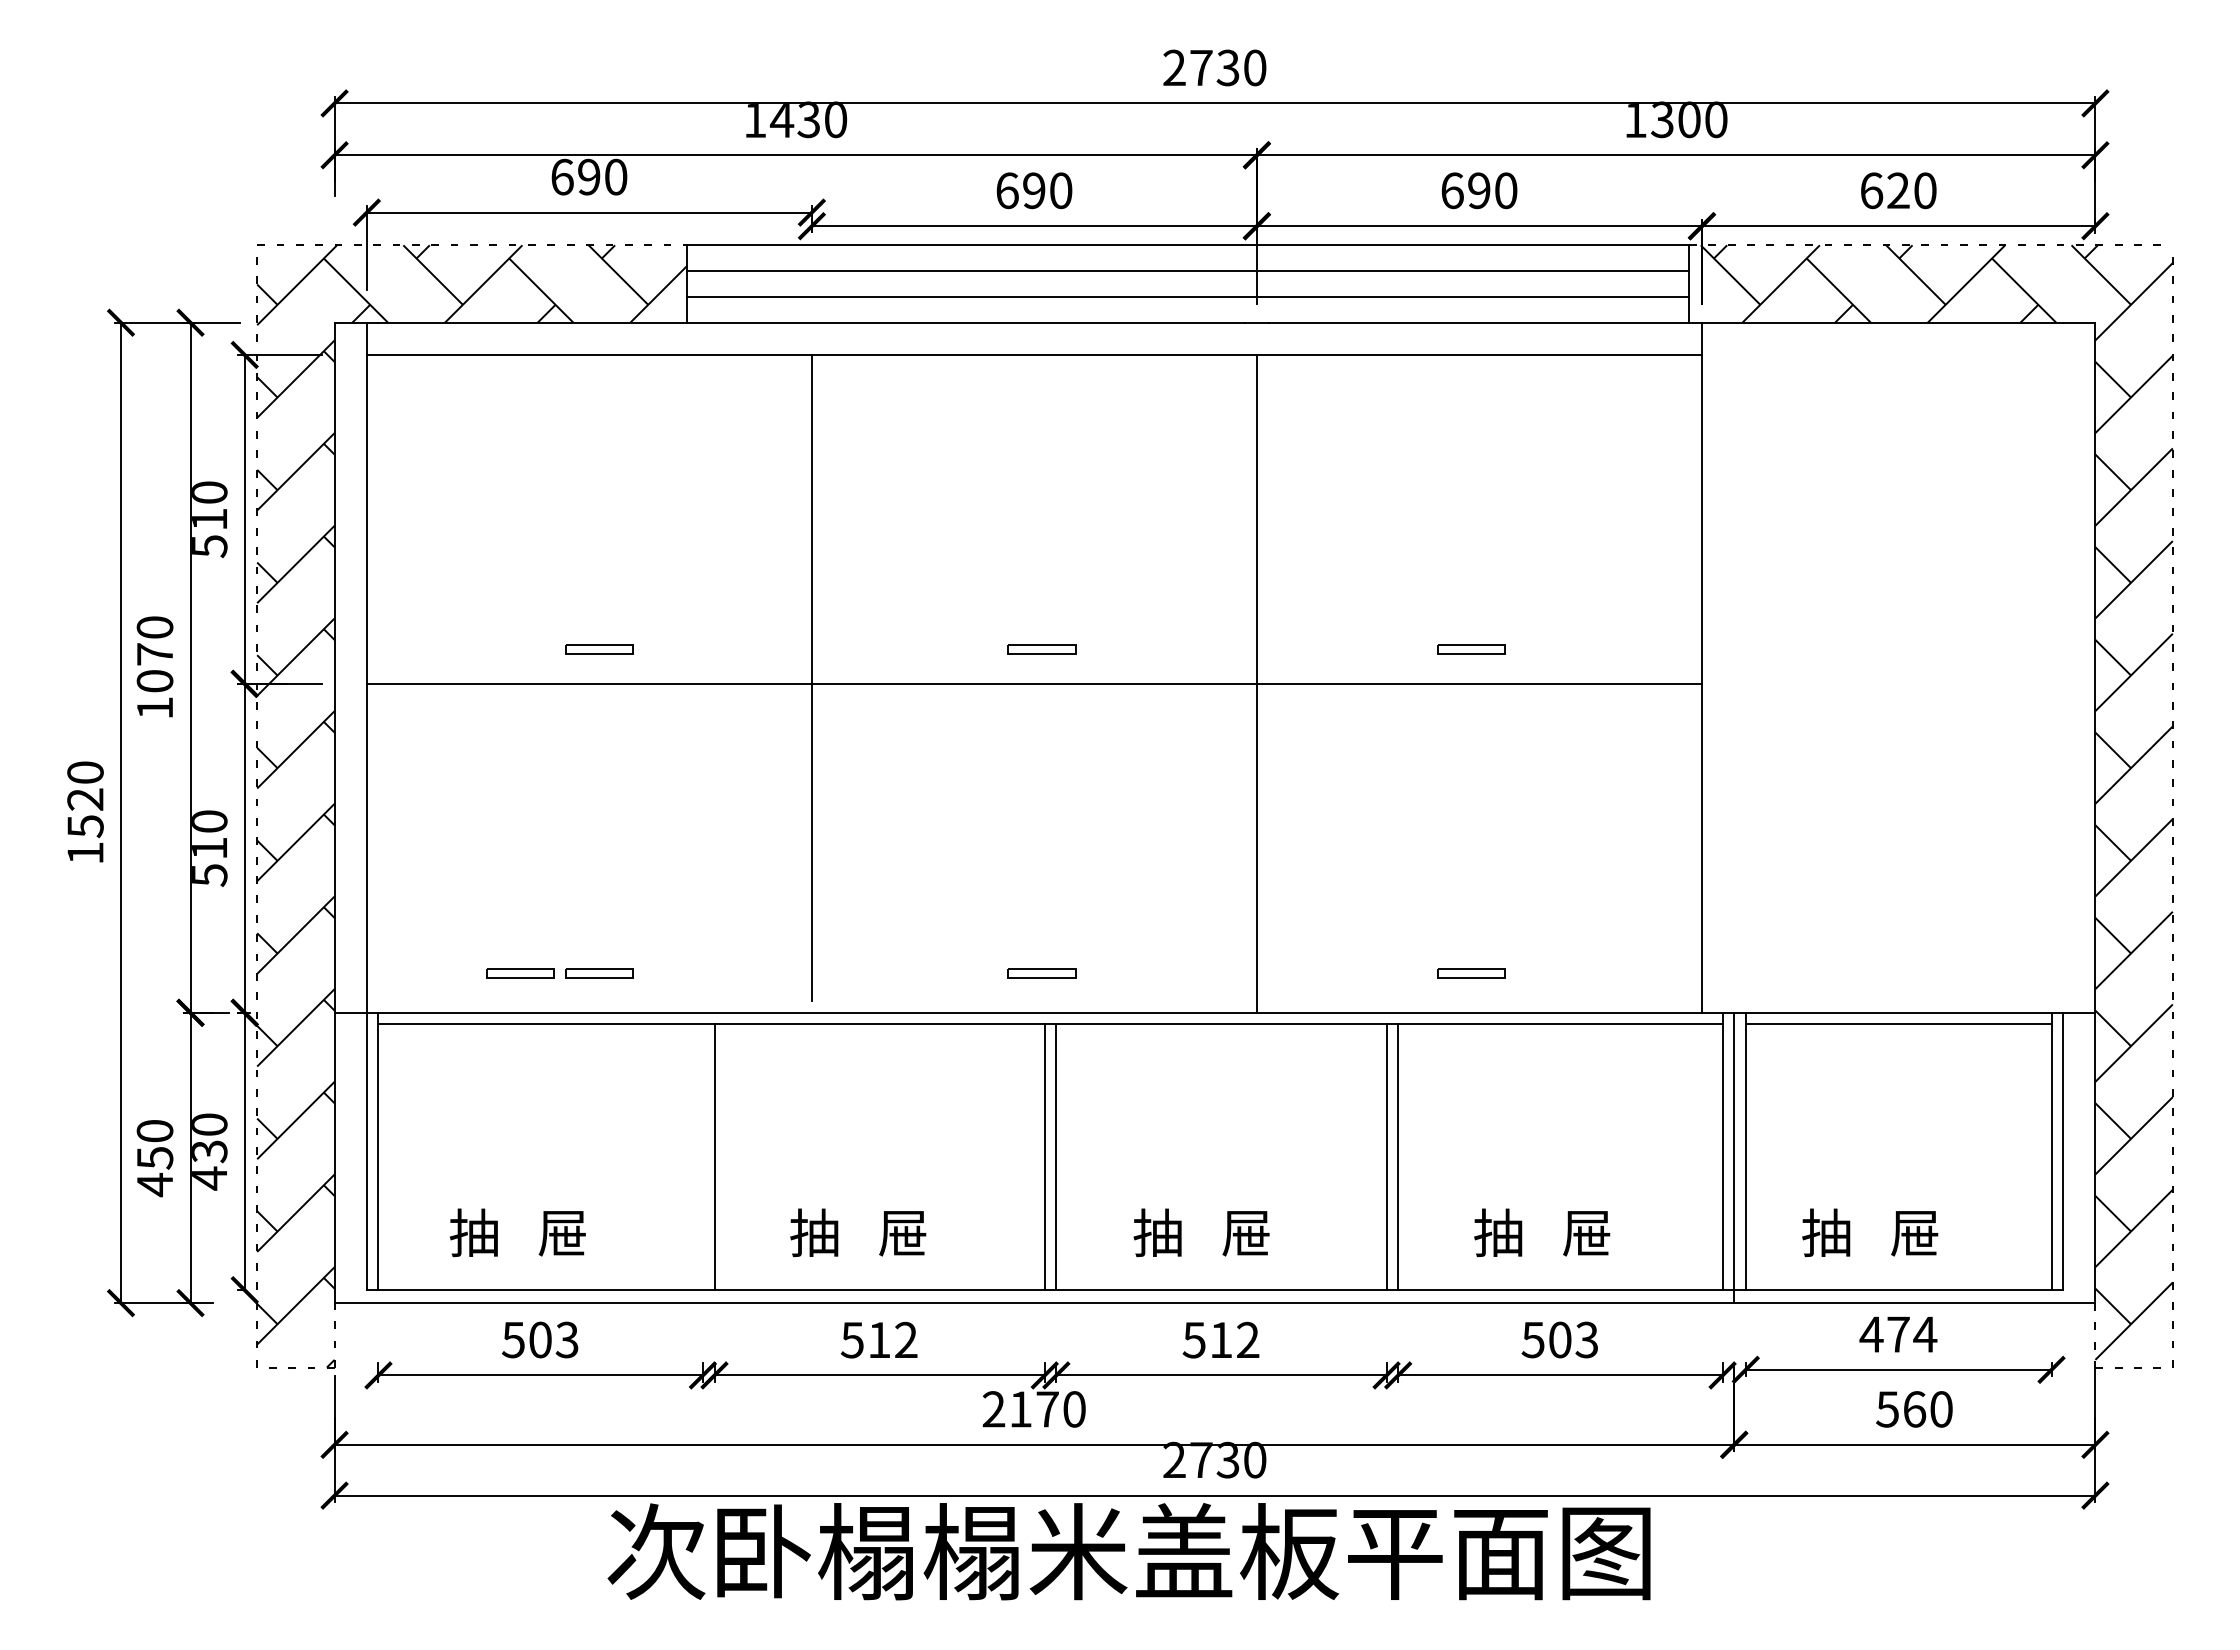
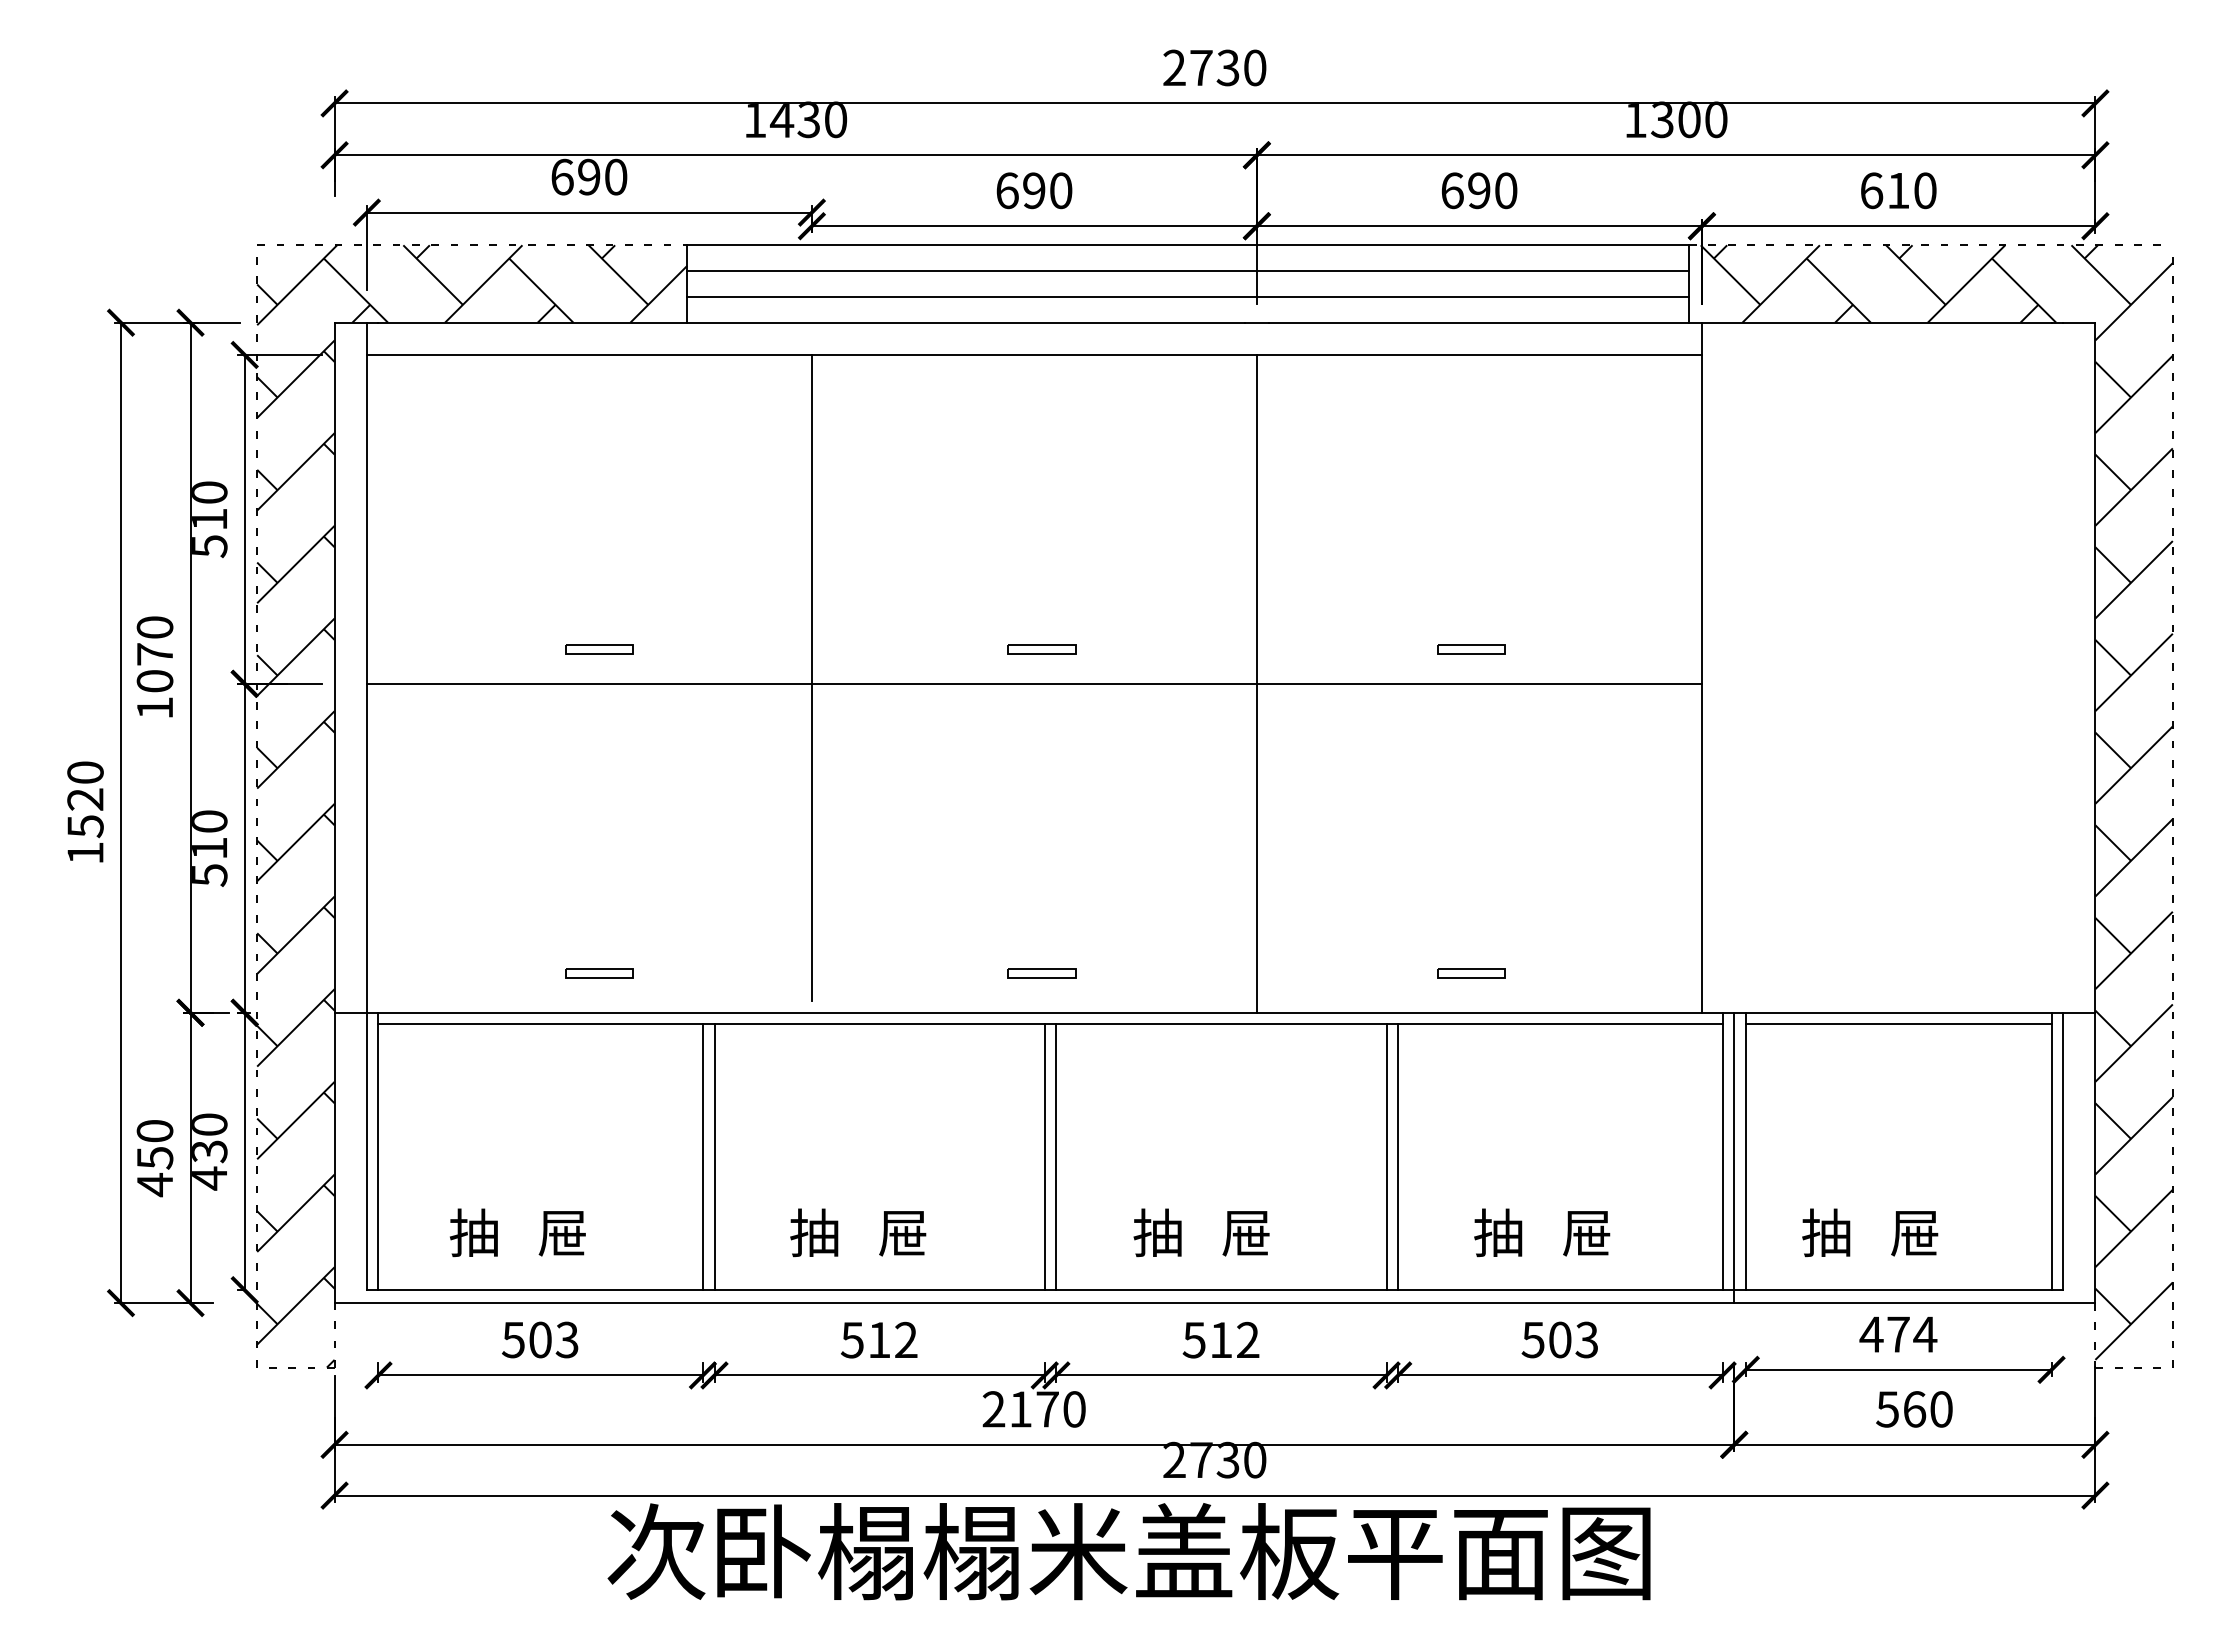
text at (1898, 190): 620 -> 610
part at (520, 973): present -> none
line at (702, 1157): none -> present
